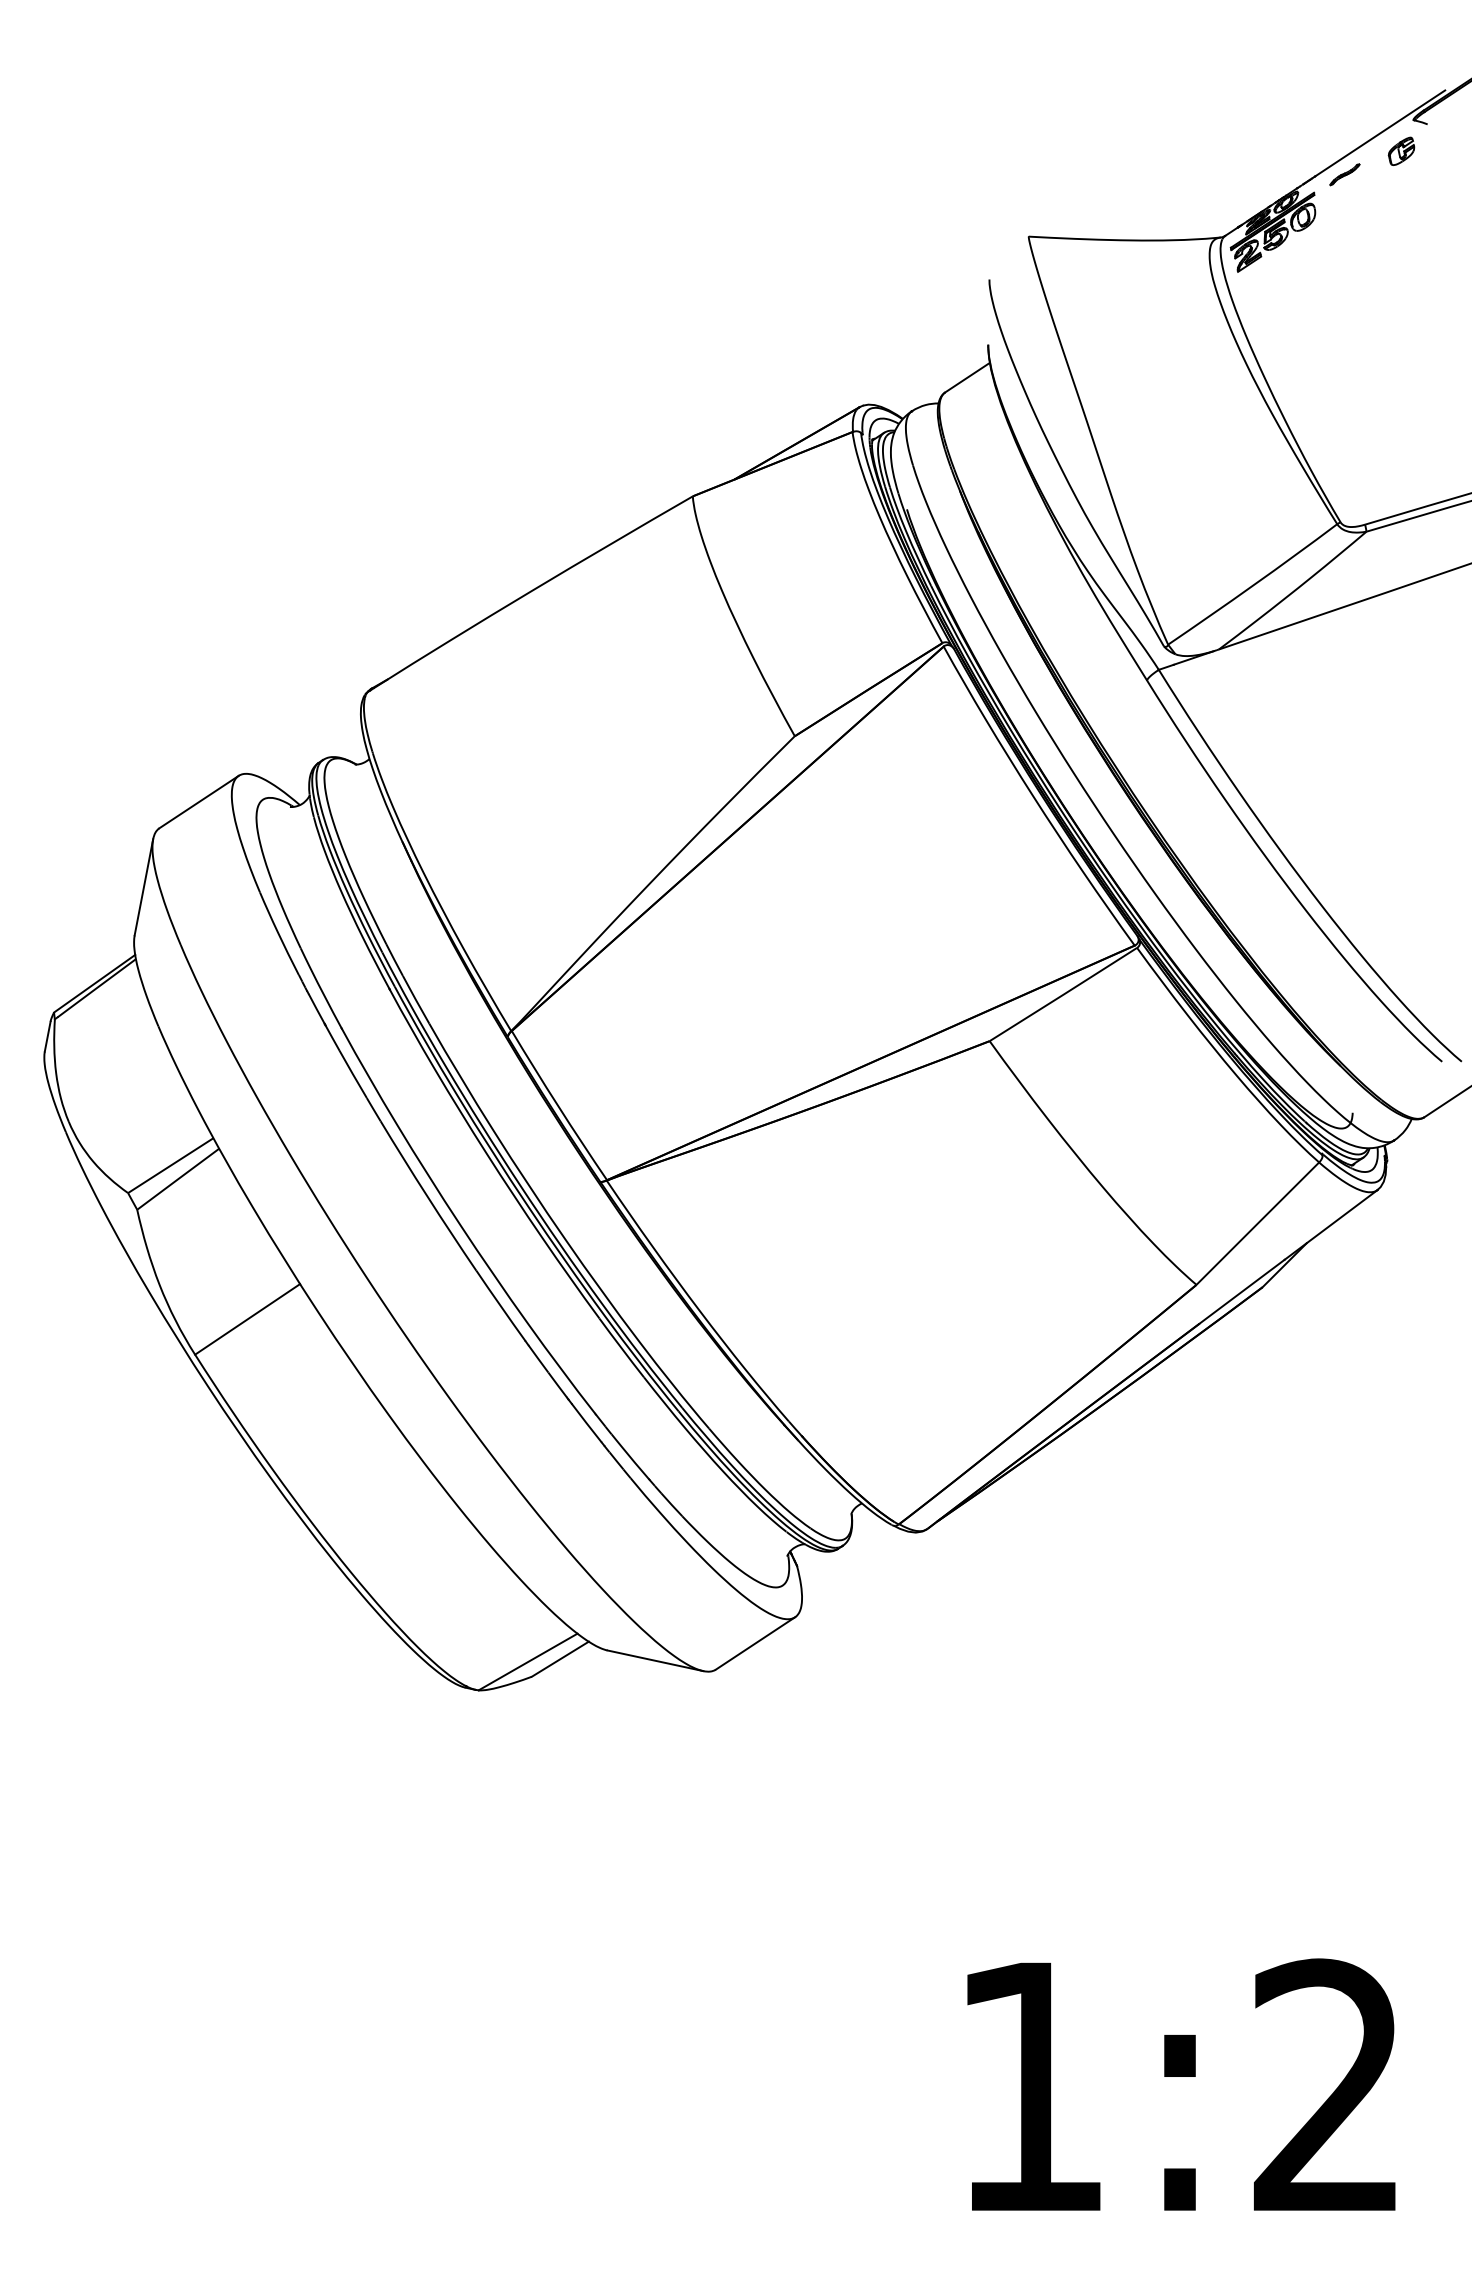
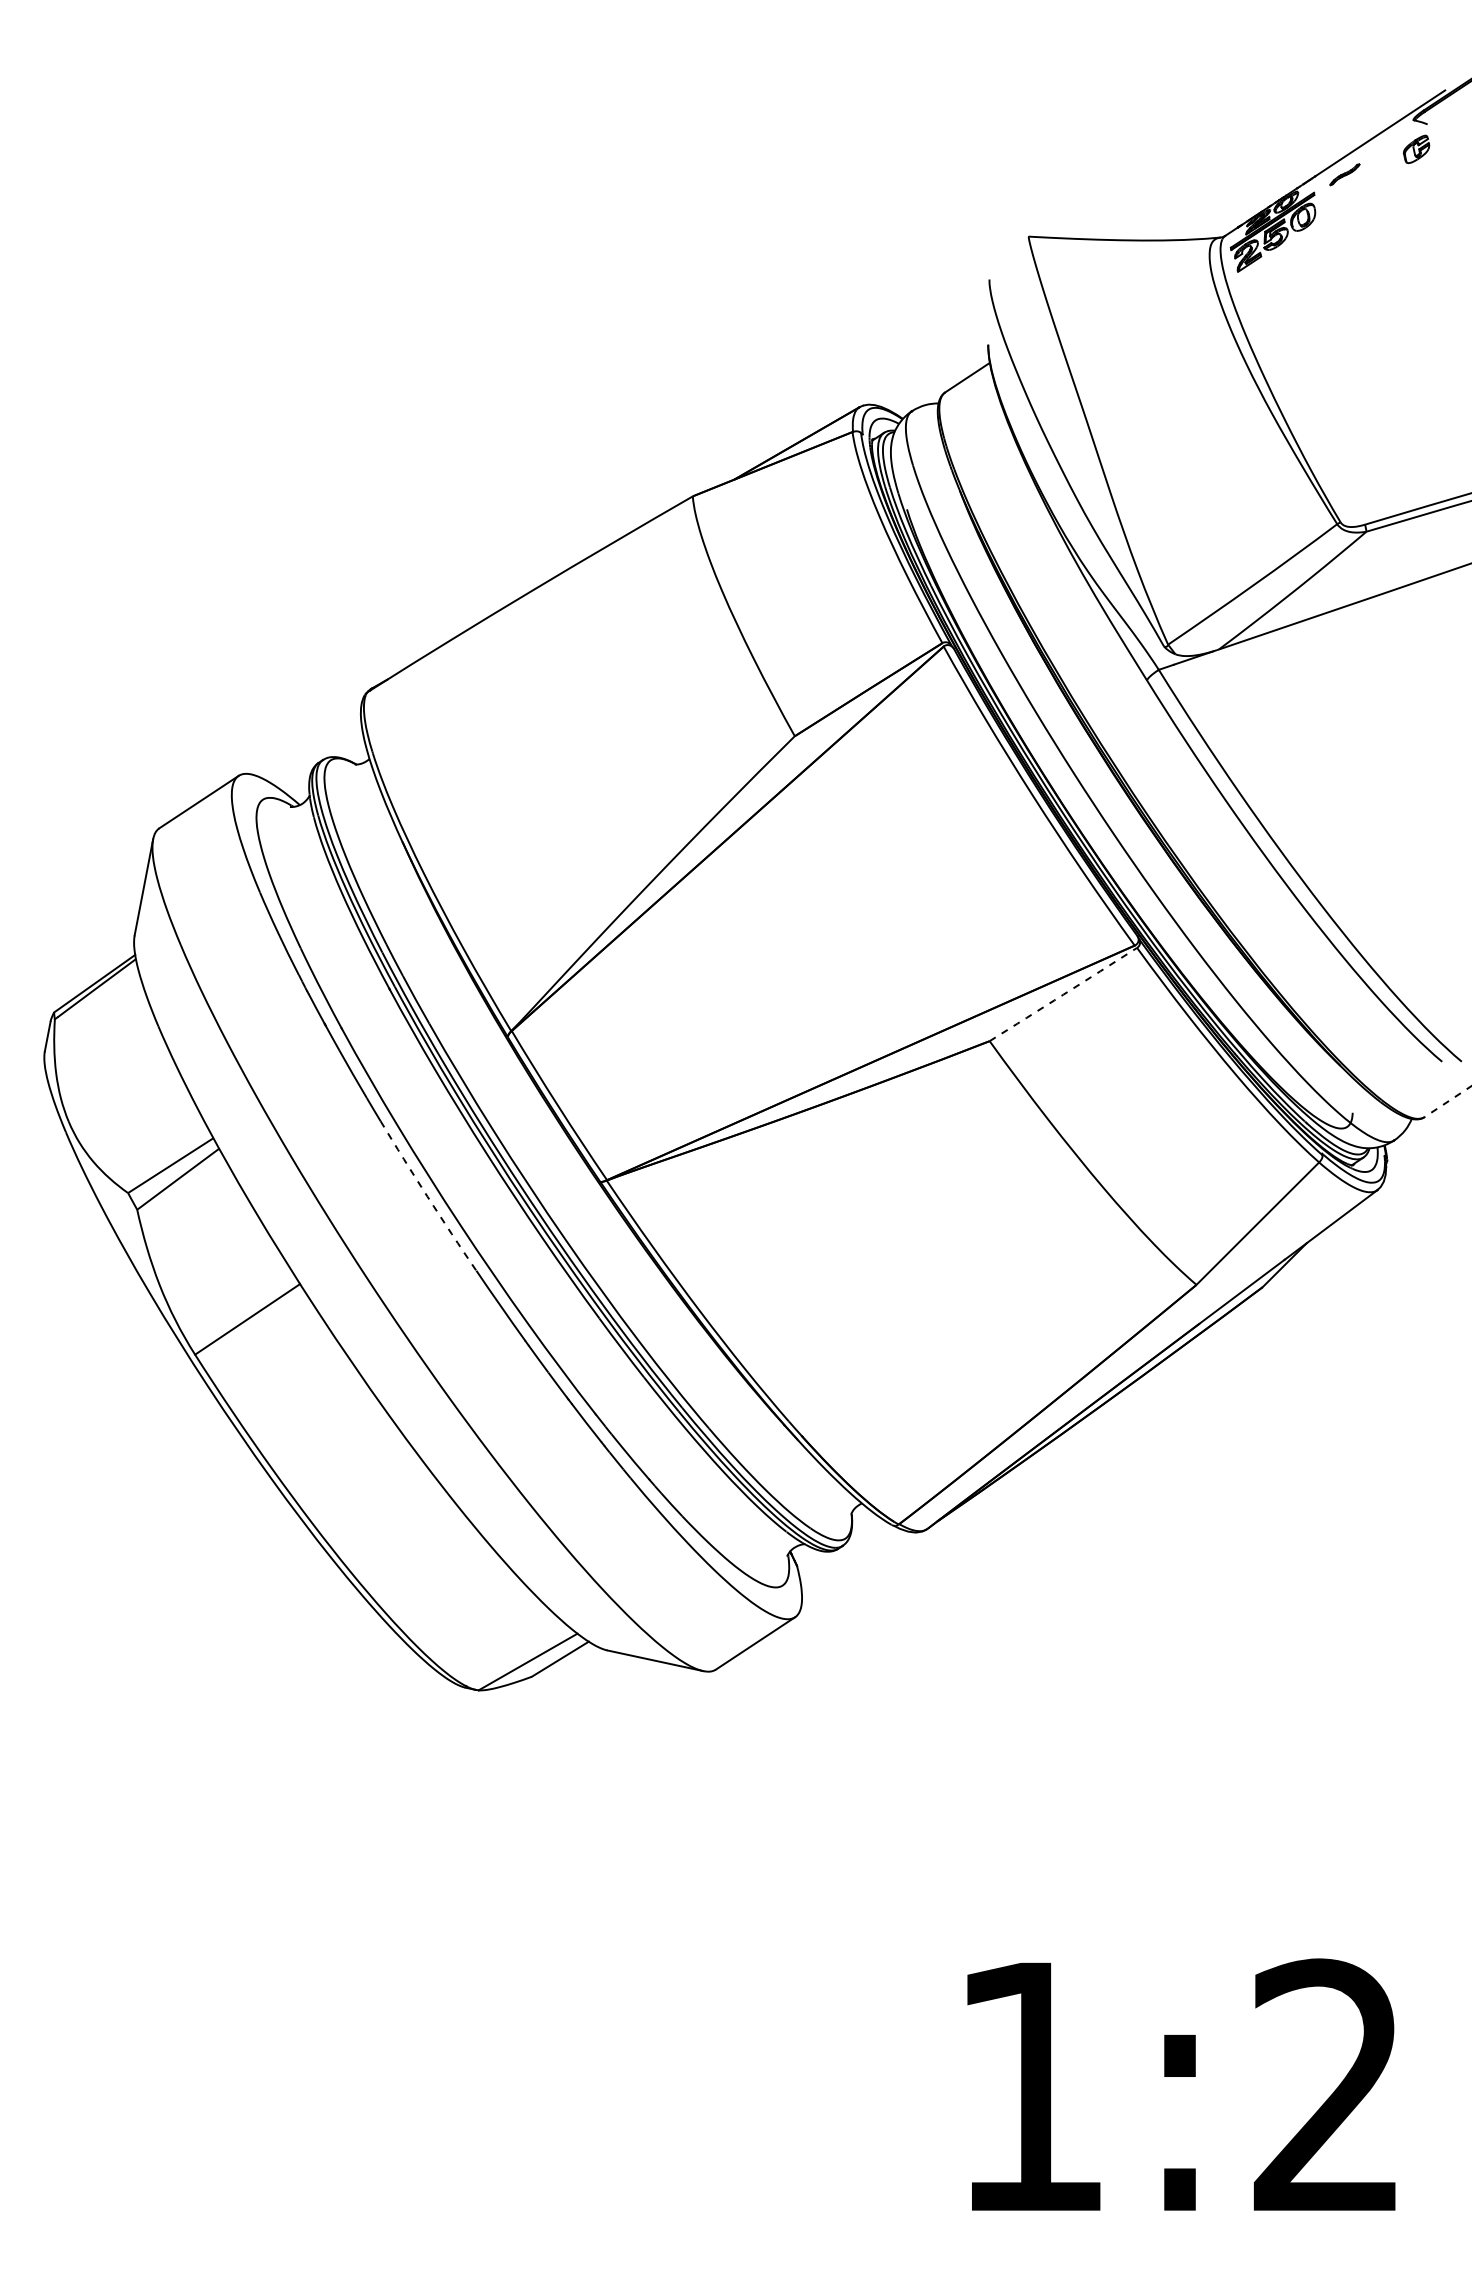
part at (1401, 150) position: (1401, 150) -> (1416, 148)
arc at (1063, 994): solid -> dashed
line at (1447, 1101): solid -> dashed
arc at (427, 1196): solid -> dashed
